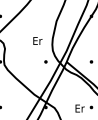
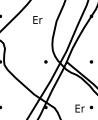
text at (37, 40) position: (37, 40) -> (37, 19)
